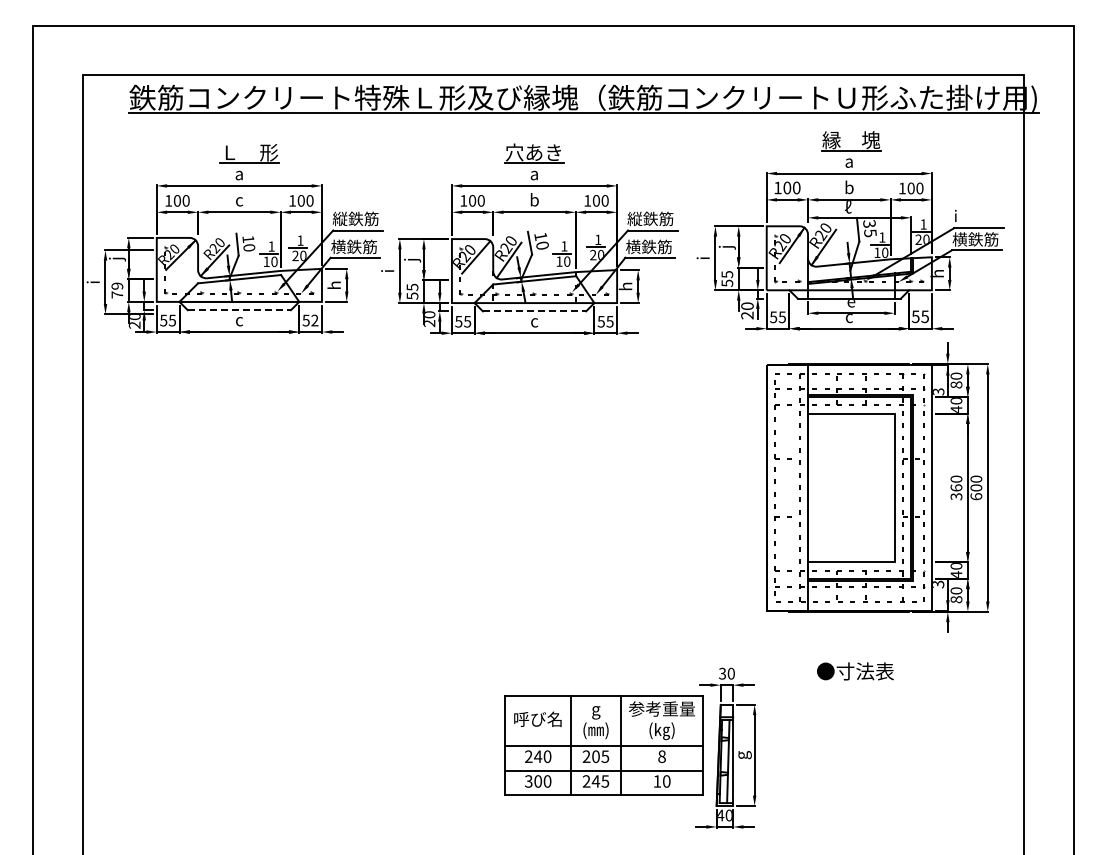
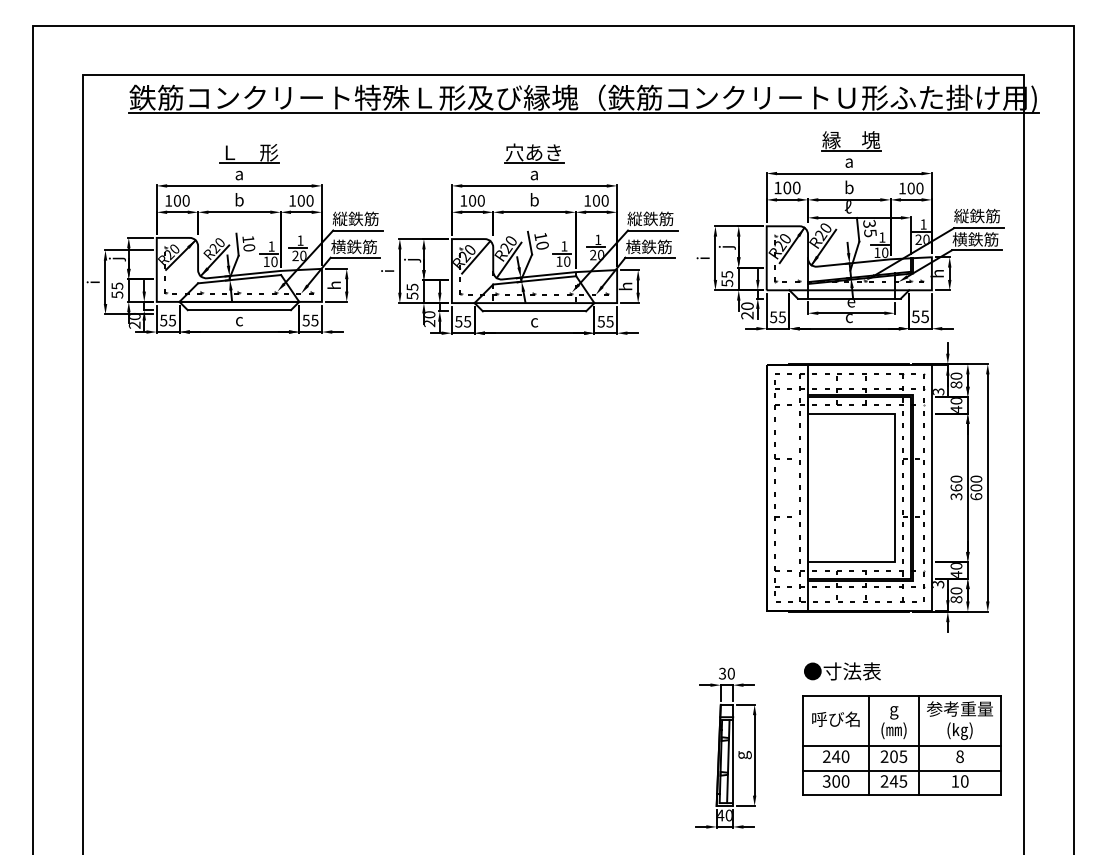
text at (239, 199): c -> b
text at (976, 215): i -> 縦鉄筋
text at (117, 290): 79 -> 55
line at (239, 310): dashed -> solid
line at (534, 311): dashed -> solid
text at (314, 320): 52 -> 55
text at (855, 671) position: (855, 671) -> (842, 671)
part at (603, 745) position: (603, 745) -> (901, 745)
